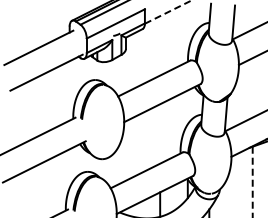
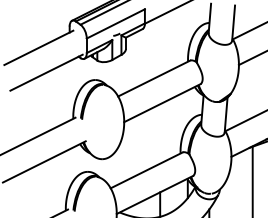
line at (168, 11): dashed -> solid
line at (252, 182): dashed -> solid
